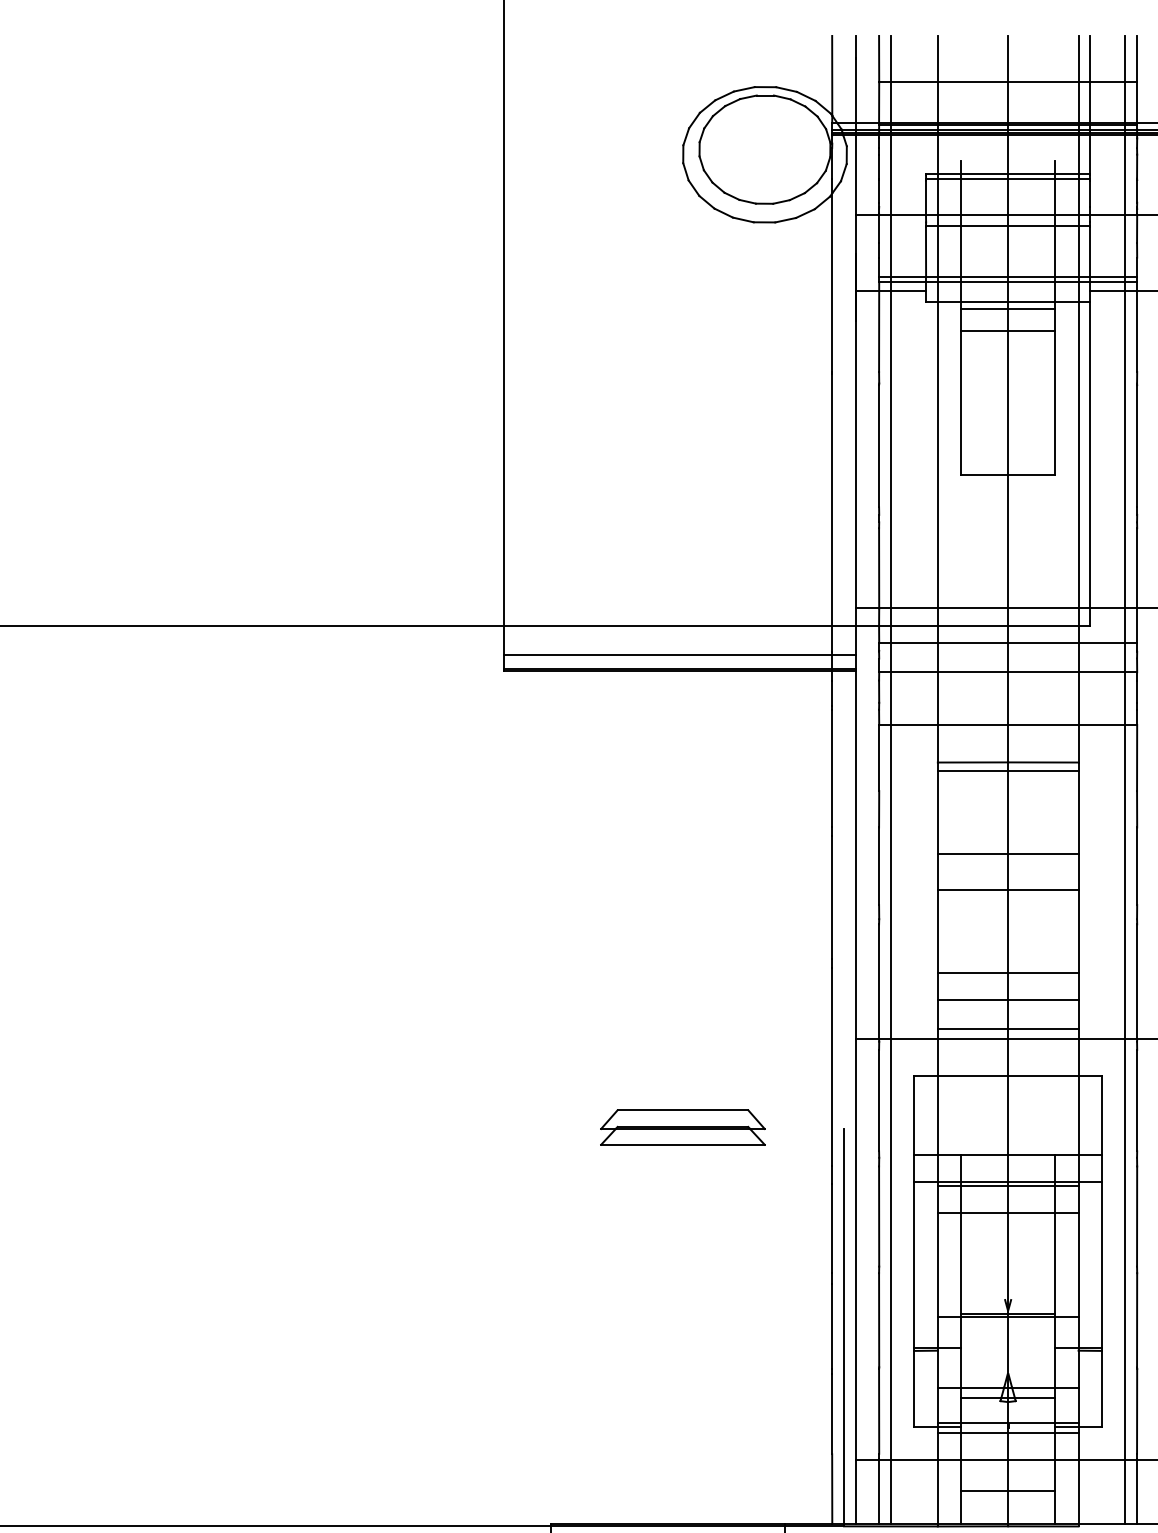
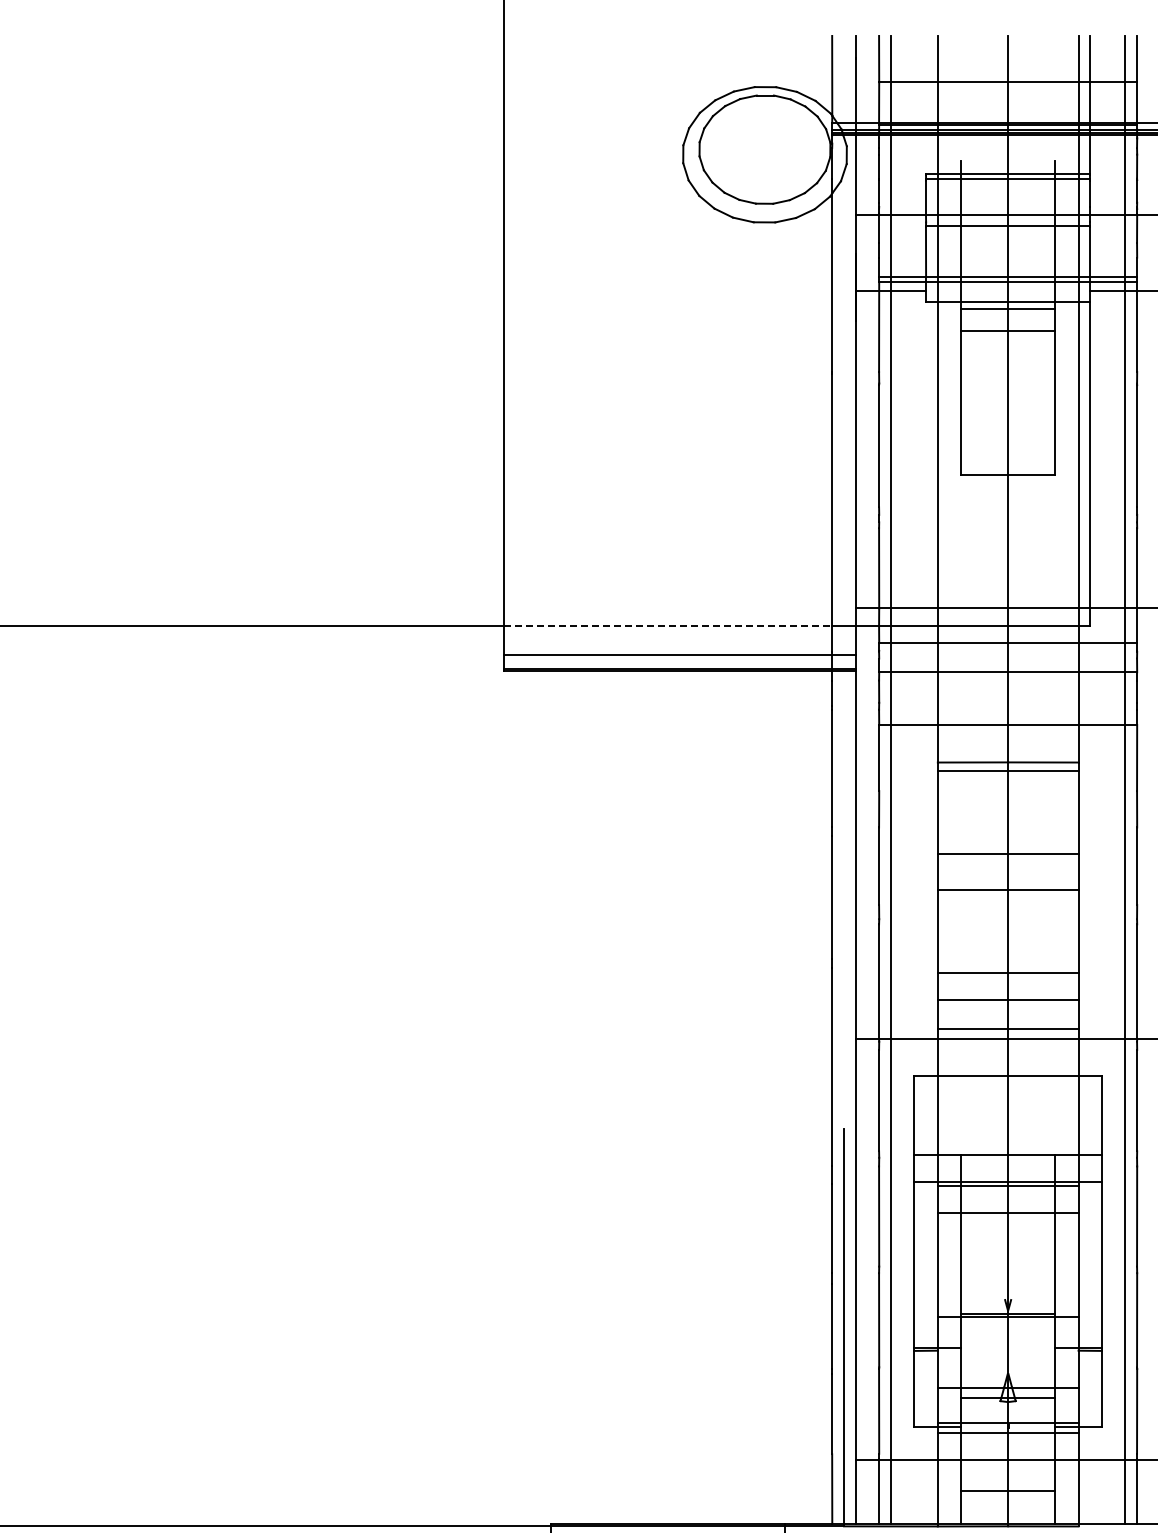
line at (668, 625): solid -> dashed
part at (682, 1127): present -> none
